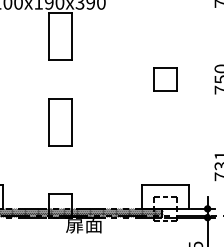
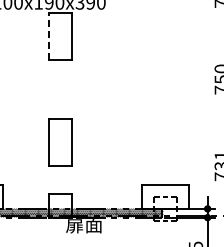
line at (49, 35): solid -> dashed
part at (165, 79): present -> none
part at (60, 122) position: (60, 122) -> (60, 142)
